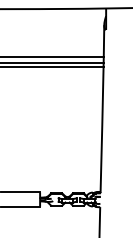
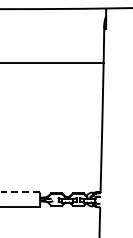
line at (52, 57): present -> none
line at (52, 66): present -> none
line at (20, 192): solid -> dashed
